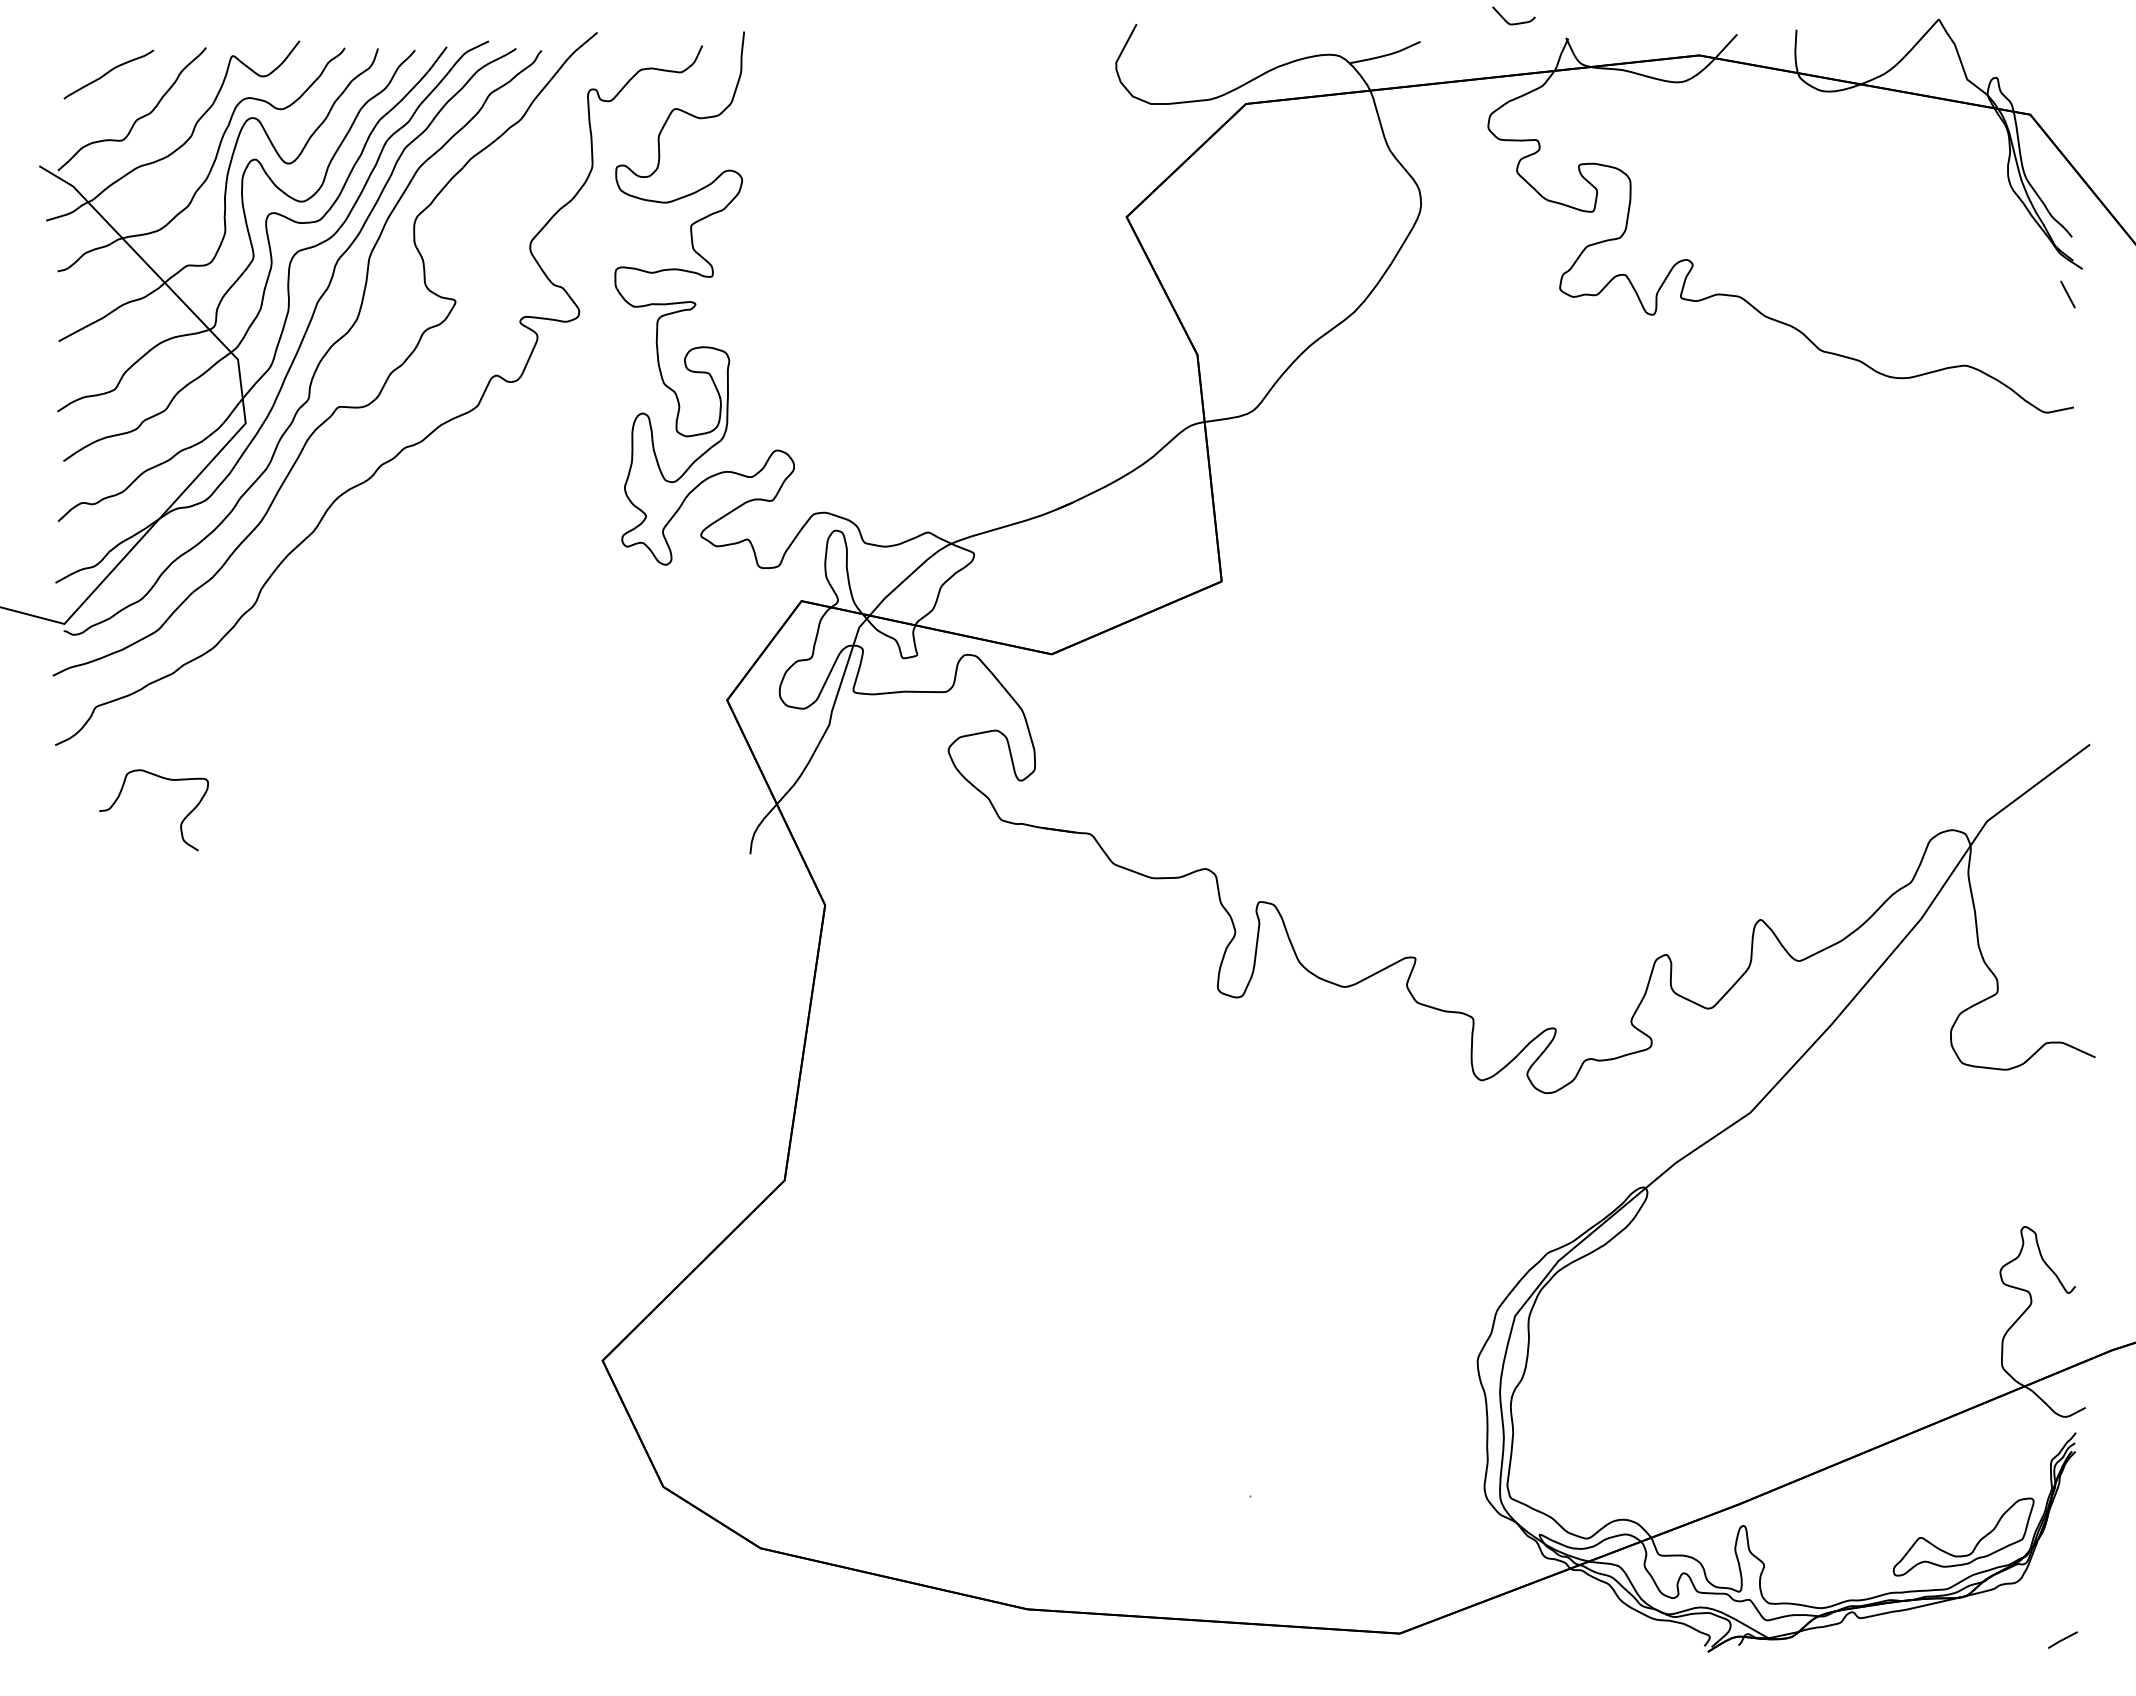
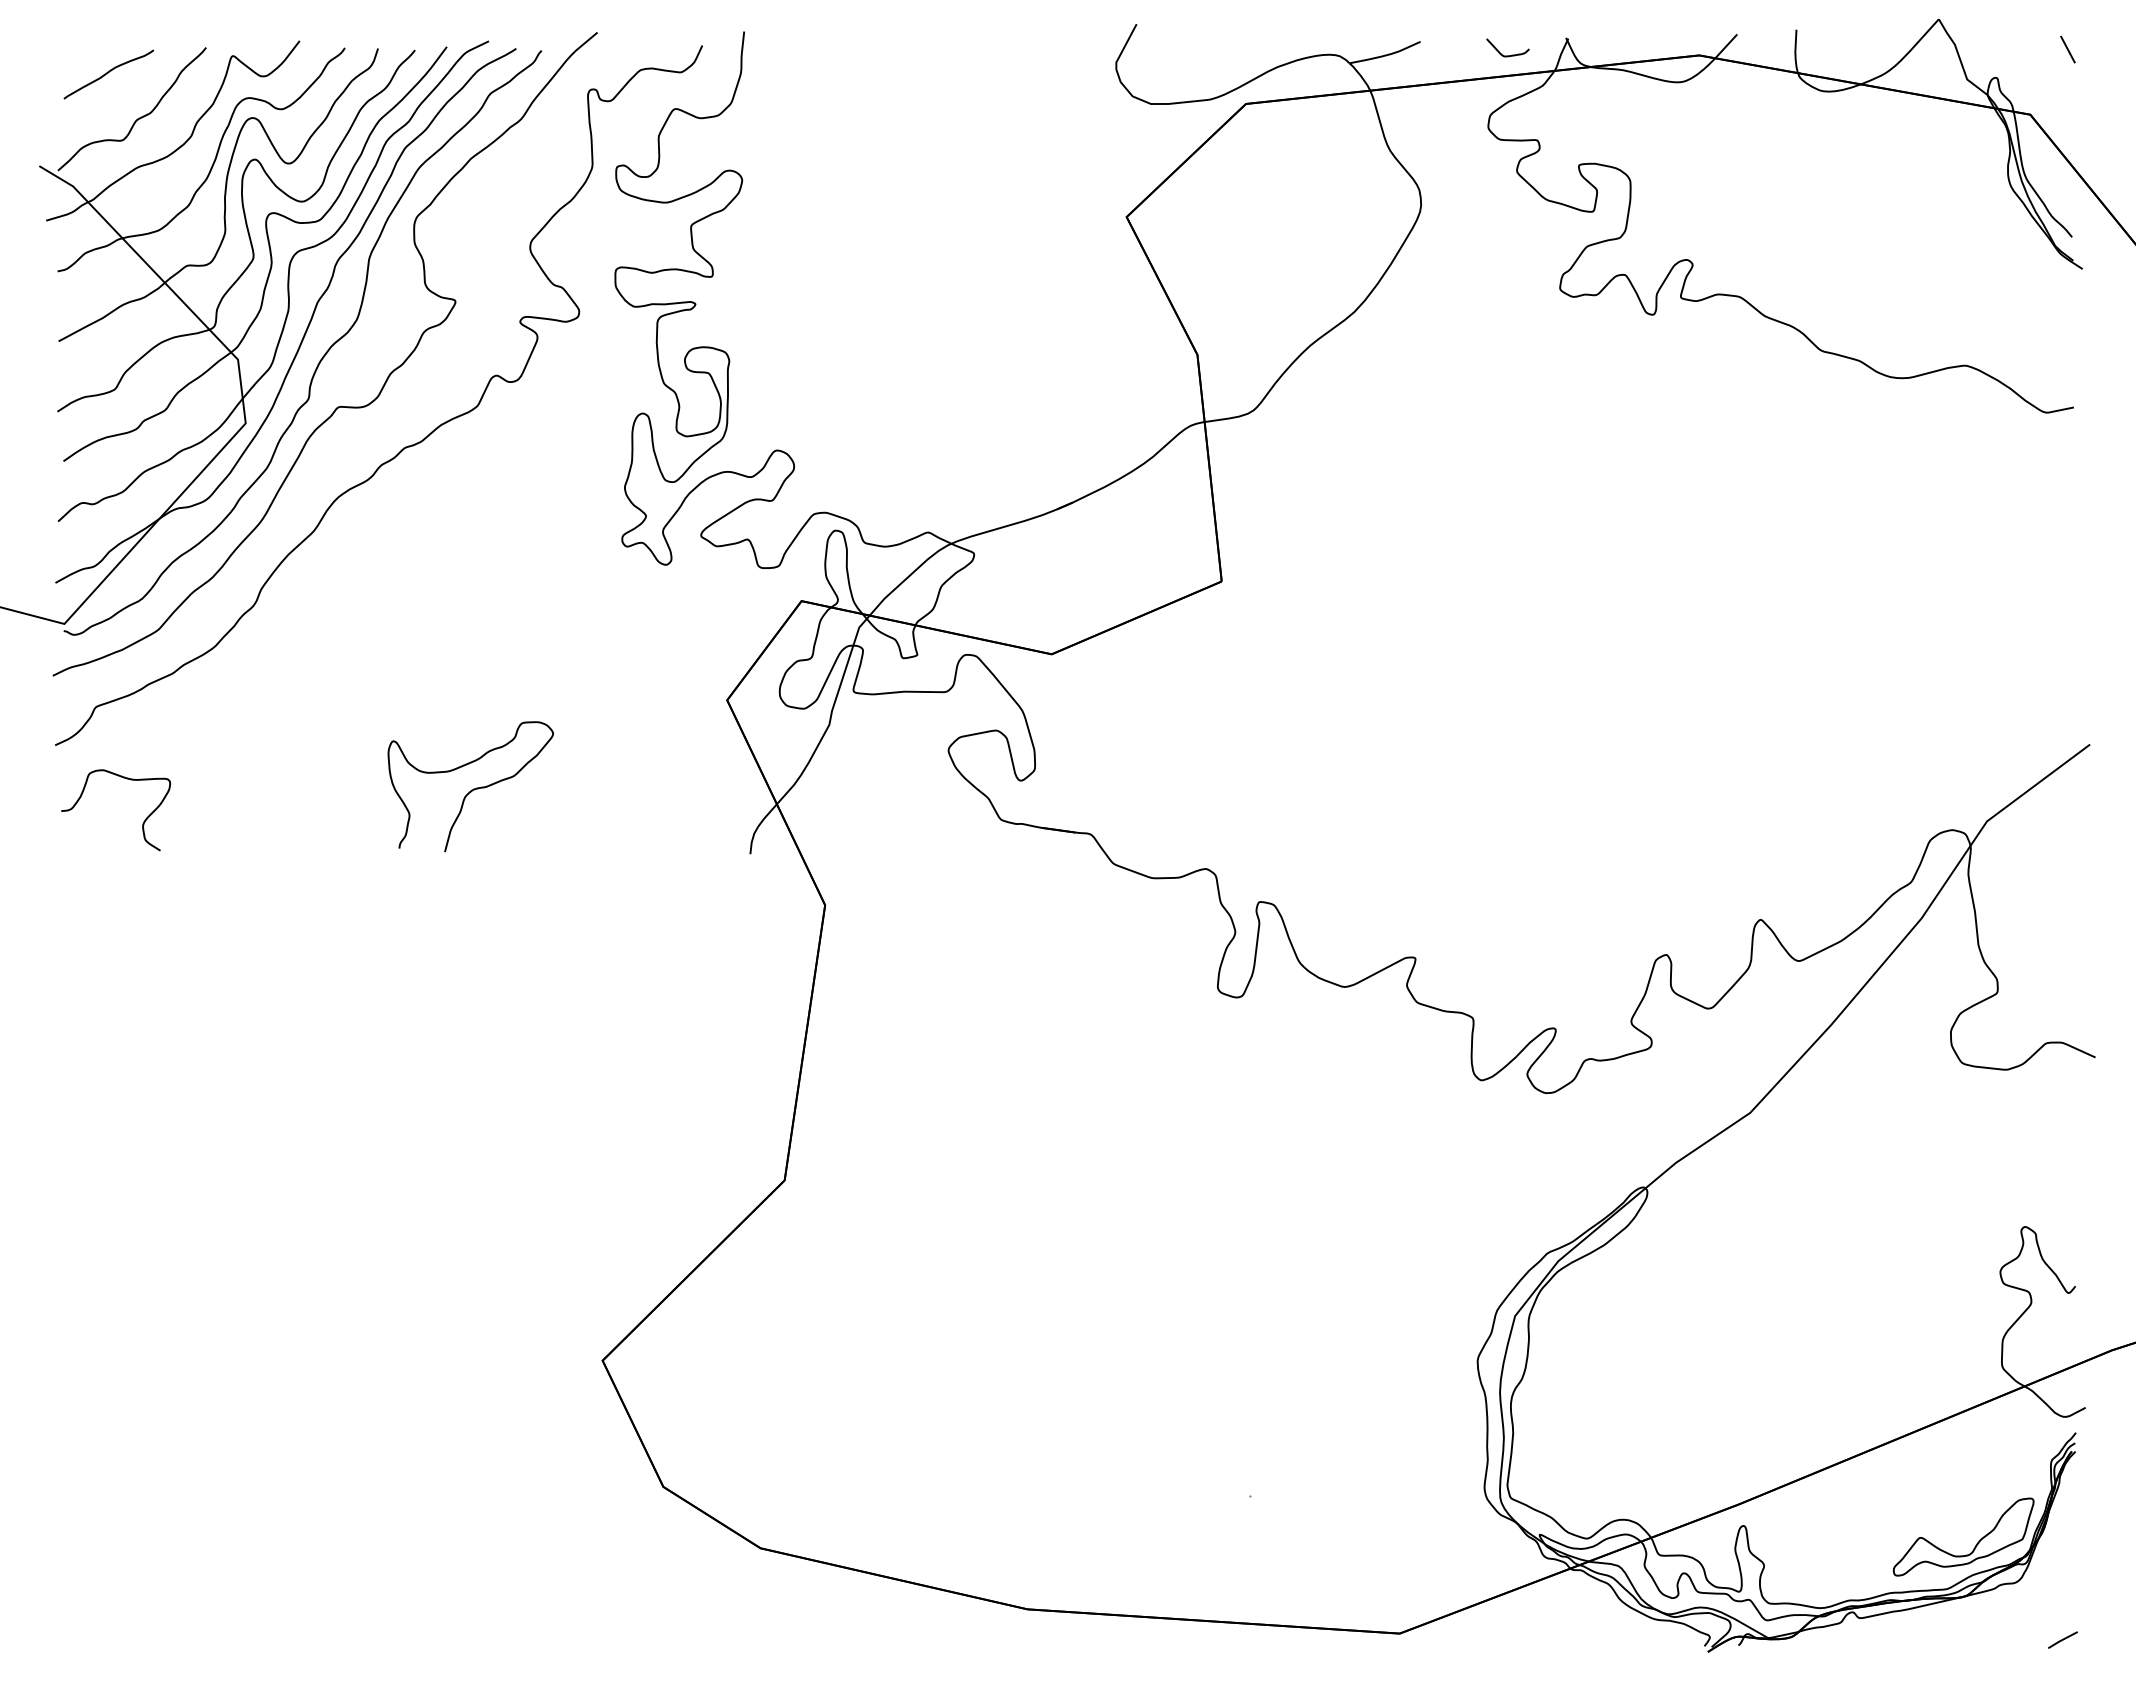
curve at (1513, 23) position: (1513, 23) -> (1507, 55)
line at (2067, 294) position: (2067, 294) -> (2067, 49)
curve at (471, 789): none -> present
curve at (180, 823) position: (180, 823) -> (142, 823)
